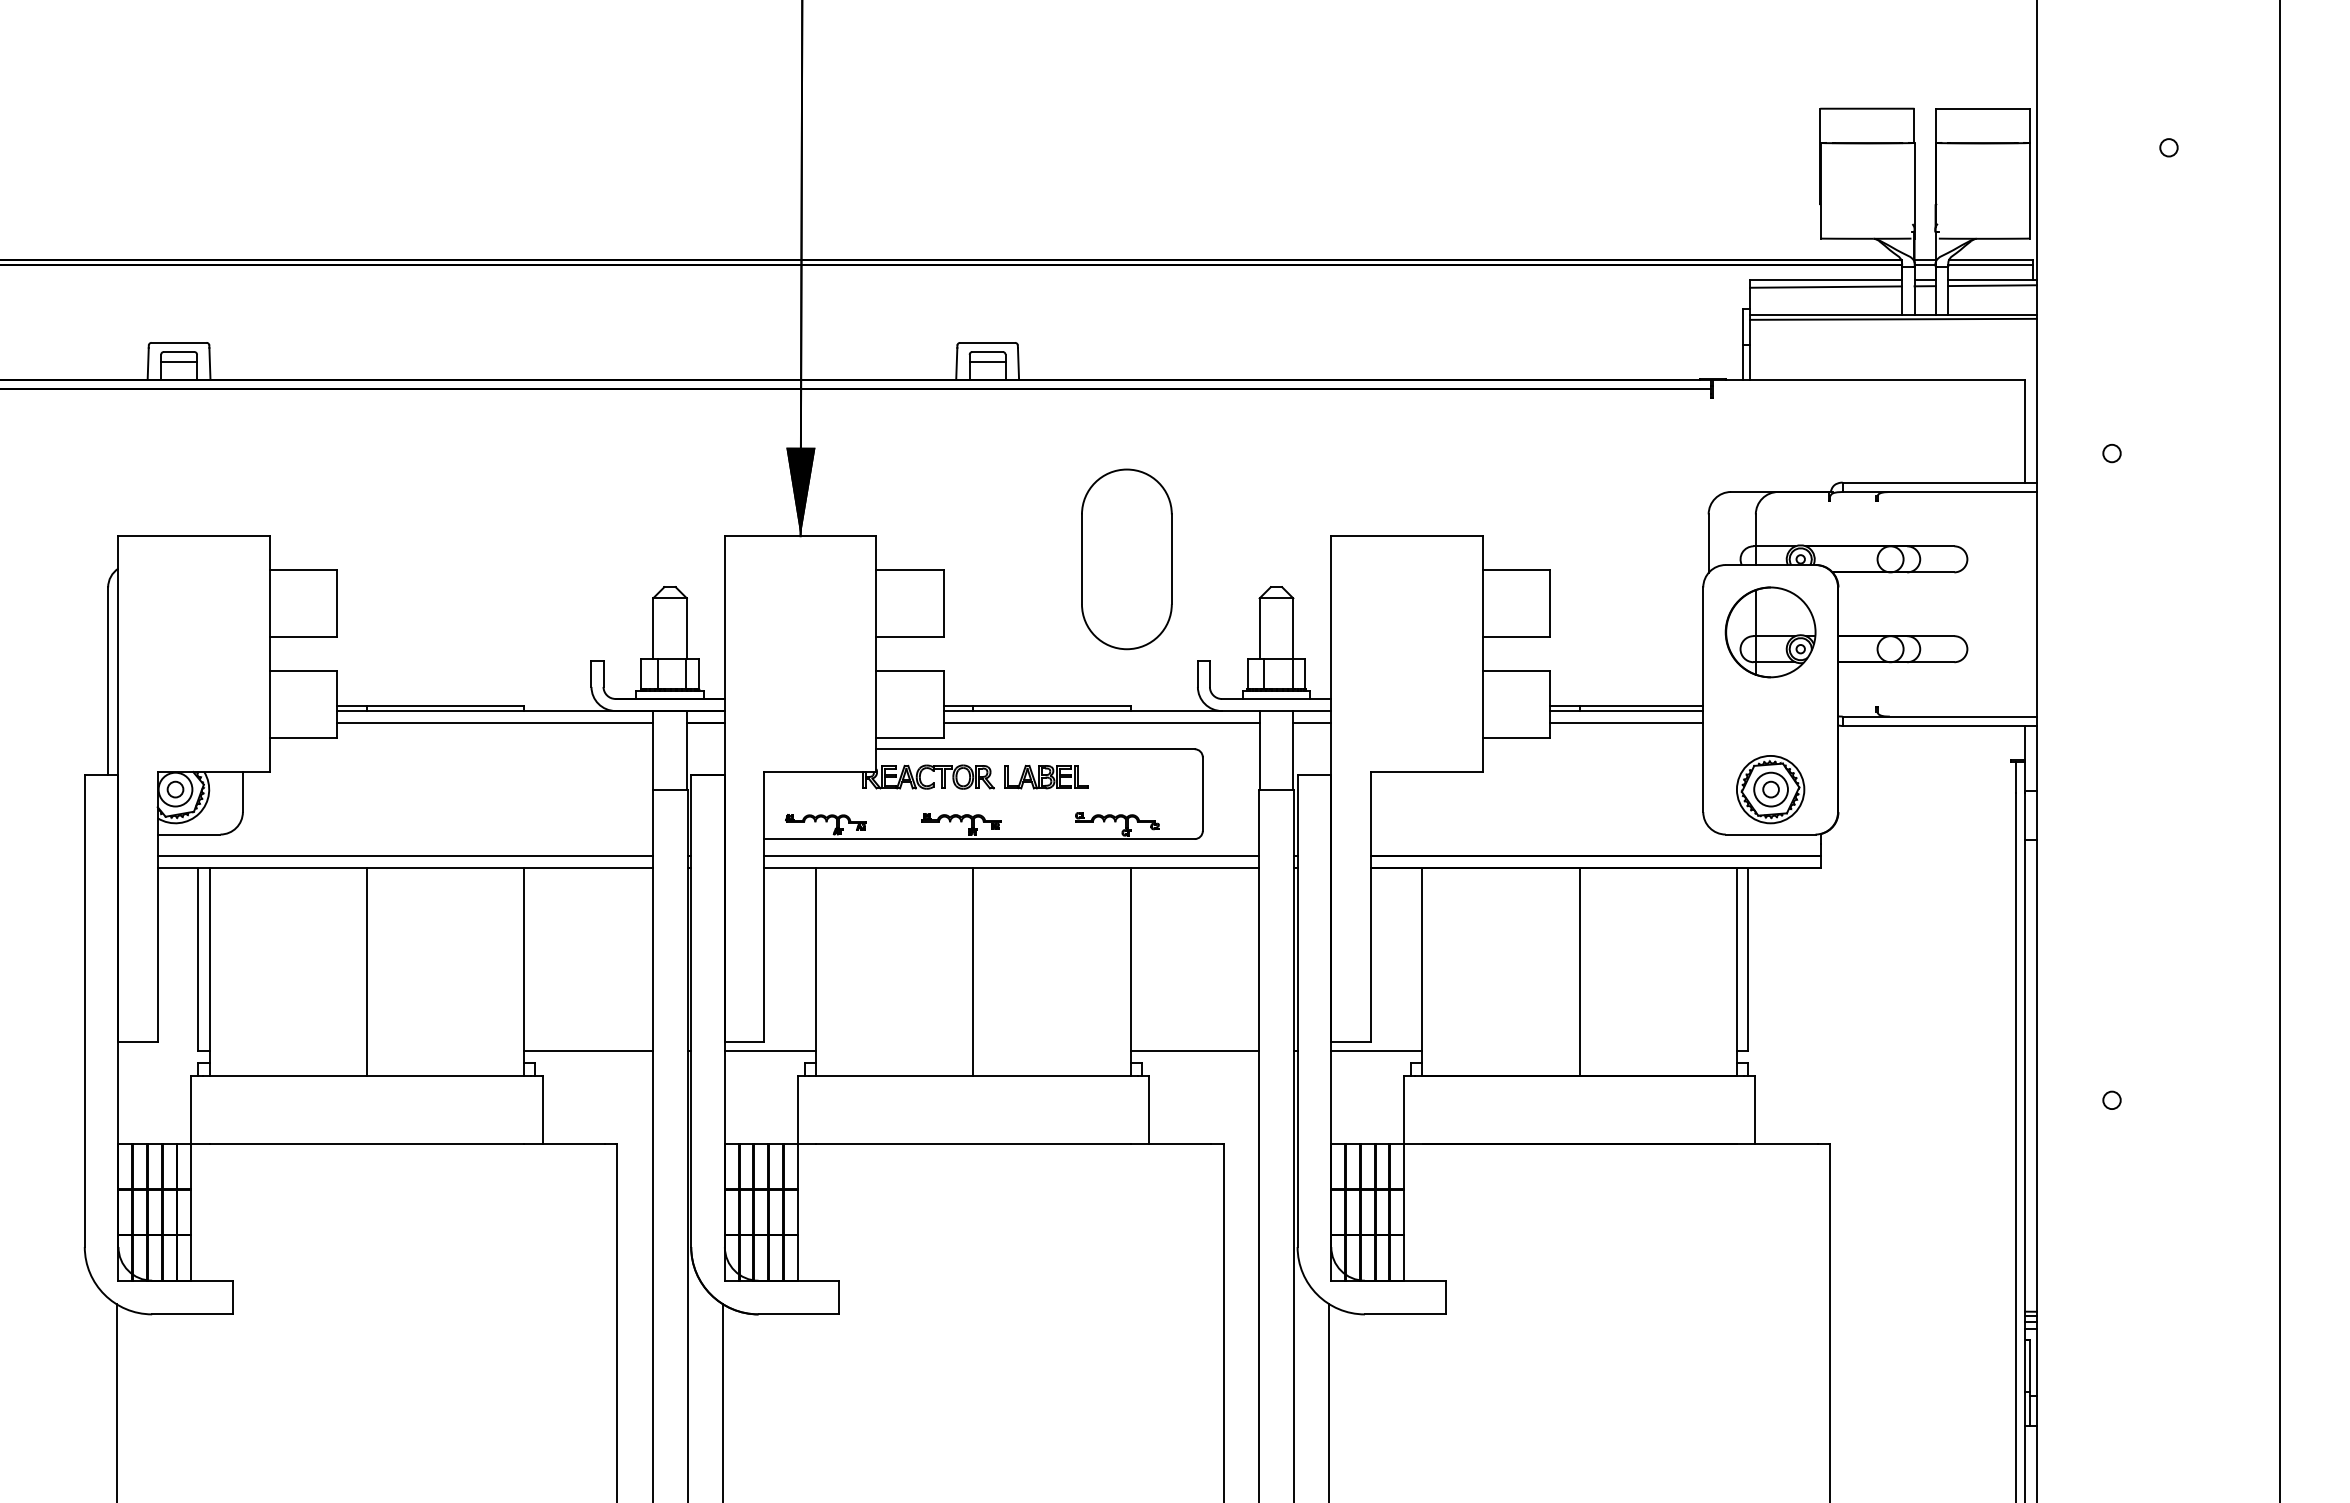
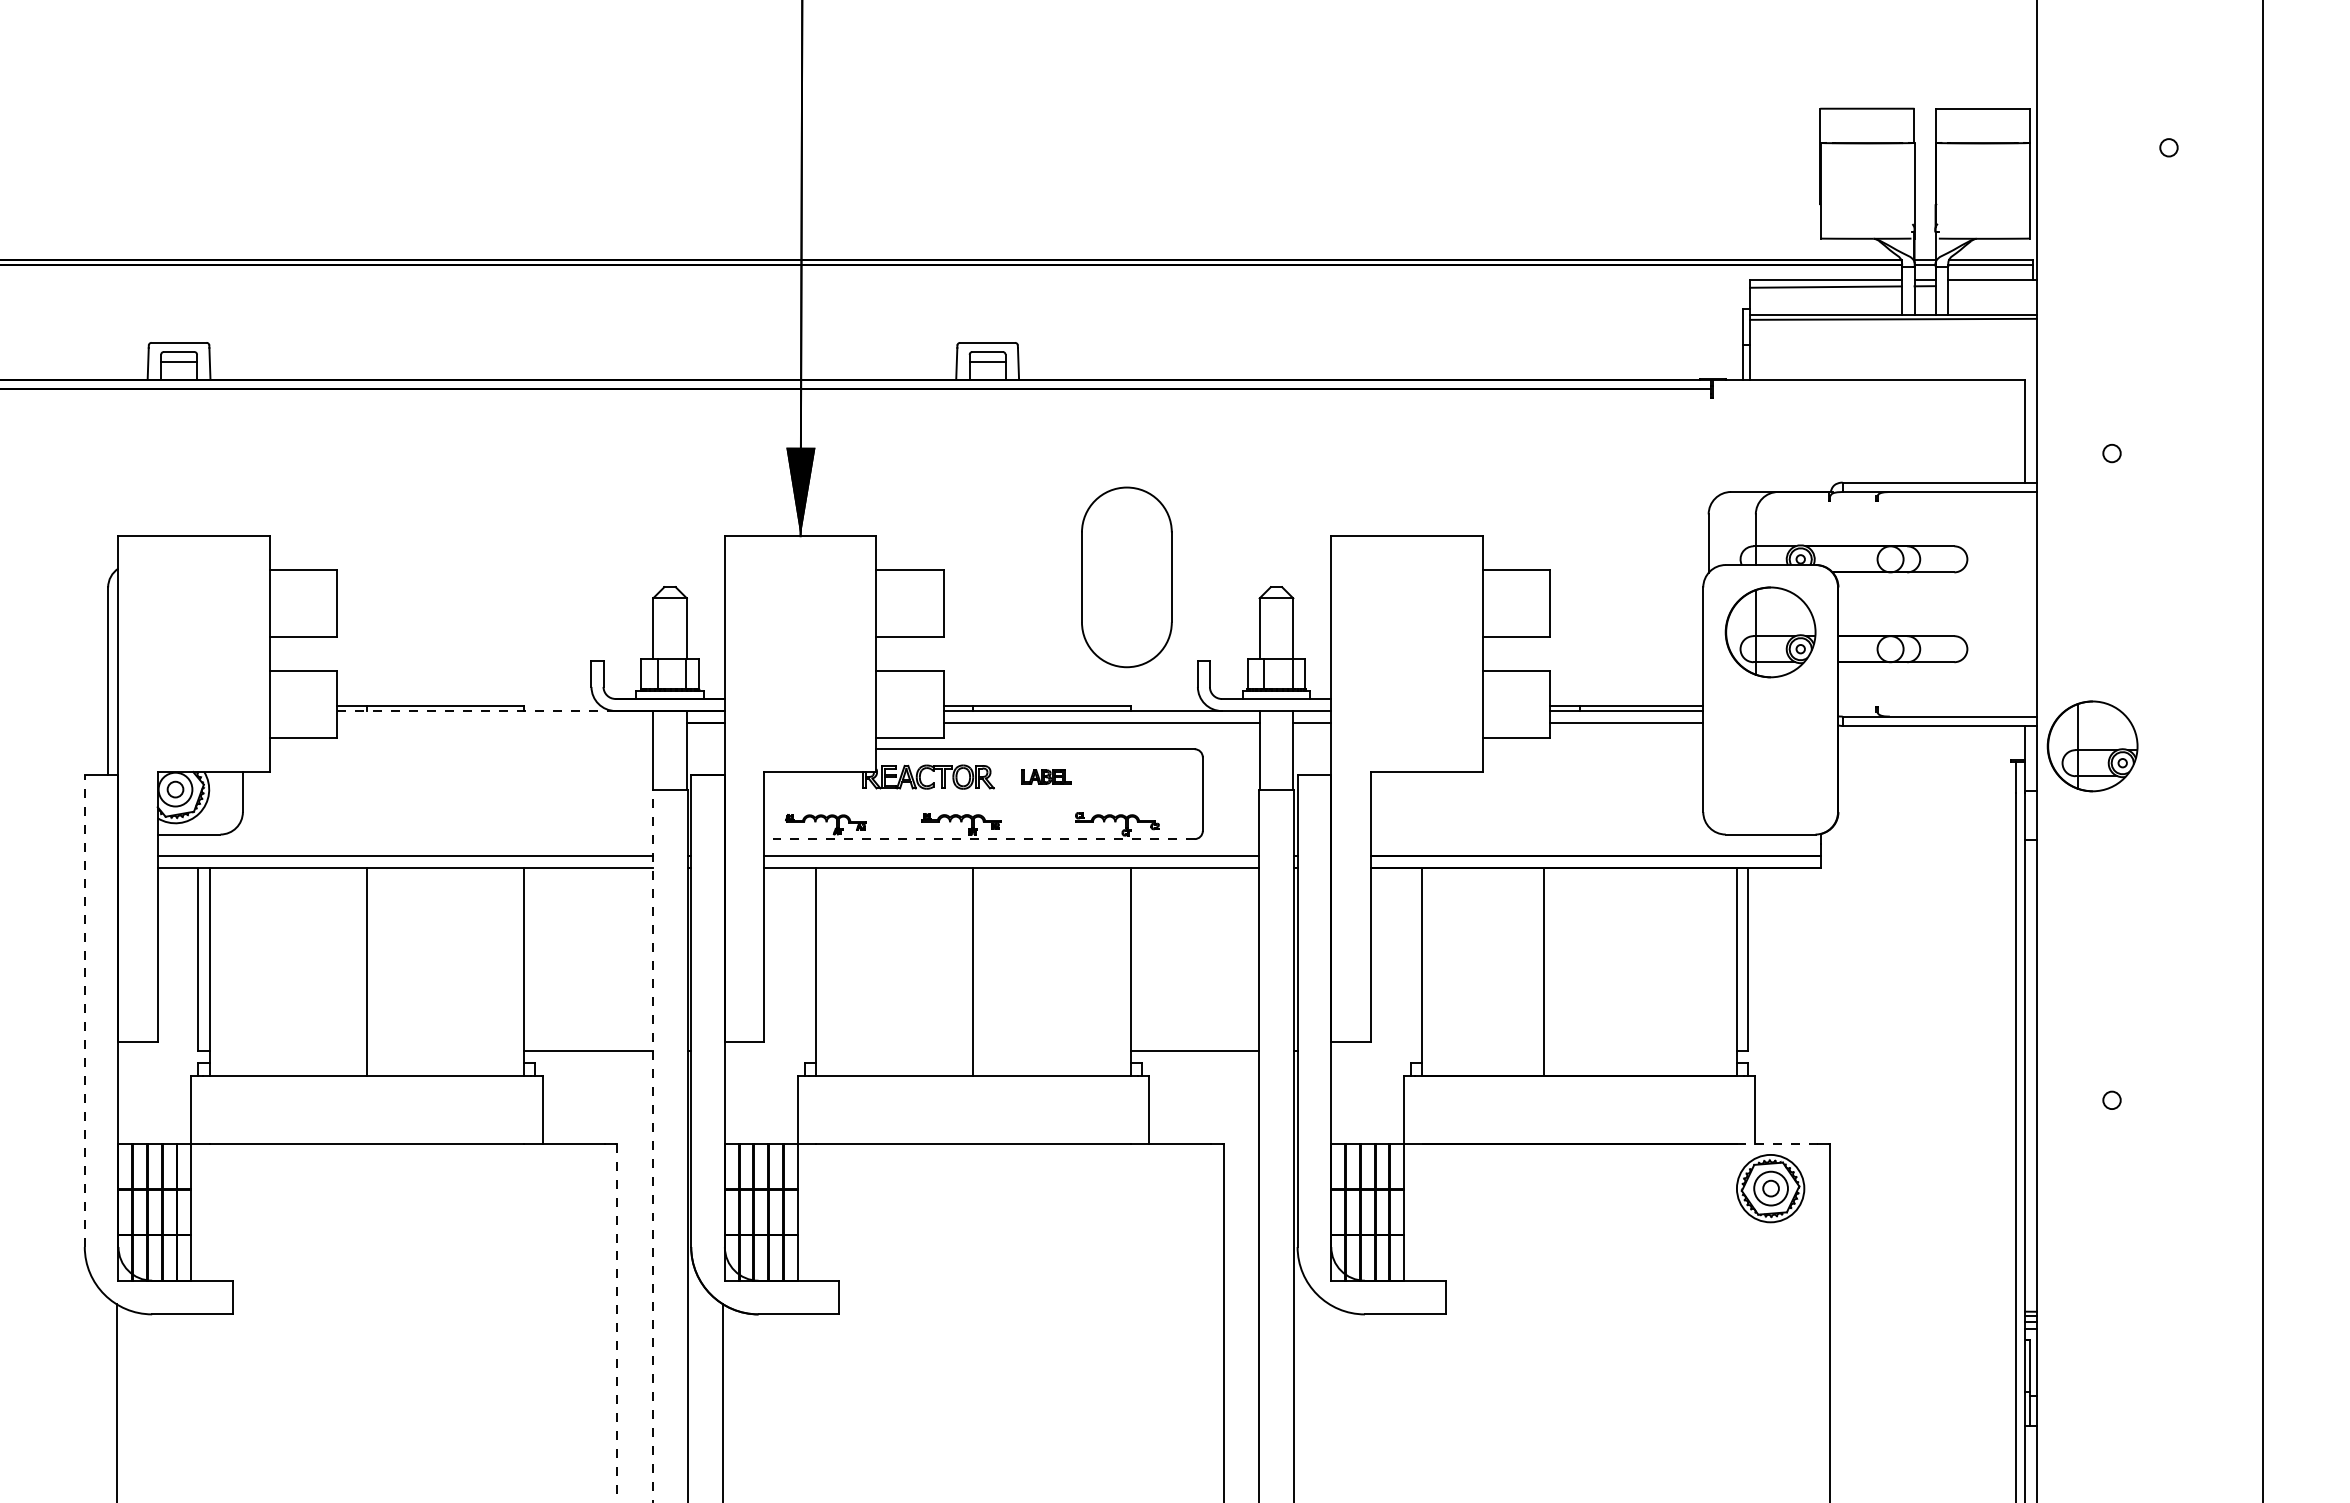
line at (1992, 285): present -> none
part at (1126, 559) position: (1126, 559) -> (1126, 577)
line at (476, 711): solid -> dashed
line at (495, 723): present -> none
part at (2092, 746): none -> present
line at (2279, 750) position: (2279, 750) -> (2262, 750)
part at (1046, 776) size: 85x26 px -> 51x16 px
part at (1770, 789) position: (1770, 789) -> (1770, 1188)
line at (978, 839): solid -> dashed
line at (1579, 972) position: (1579, 972) -> (1543, 972)
line at (84, 1011): solid -> dashed
line at (770, 1050): present -> none
line at (1376, 1050): present -> none
line at (1777, 1143): solid -> dashed
line at (652, 1146): solid -> dashed
line at (617, 1323): solid -> dashed
line at (1329, 1401): present -> none
